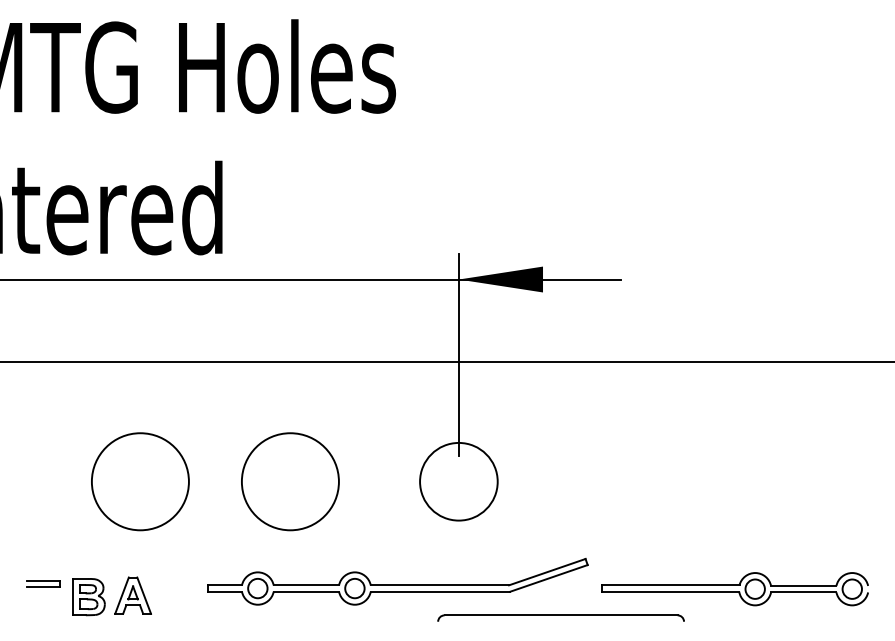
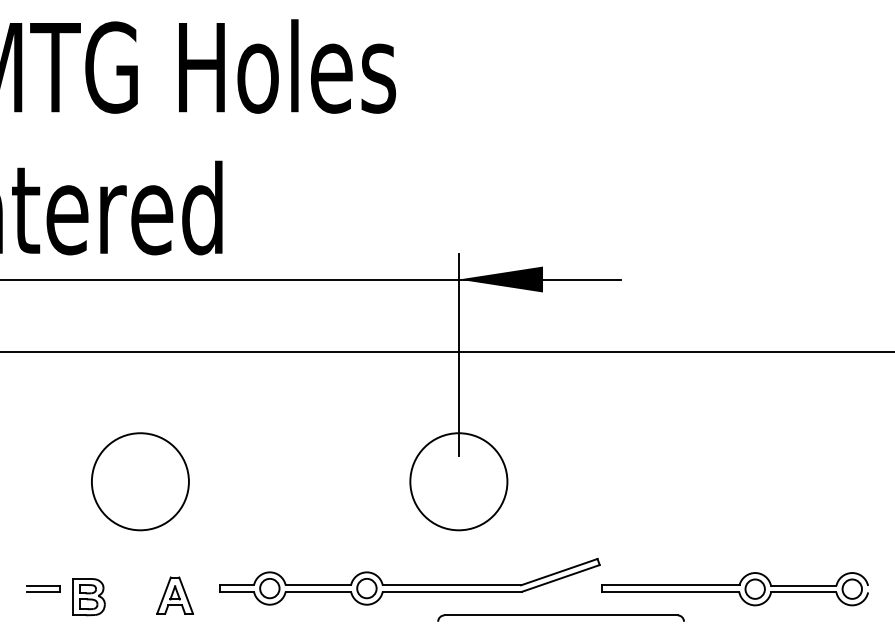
line at (446, 362) position: (446, 362) -> (446, 352)
circle at (290, 481): present -> none
circle at (458, 481) diameter: 78 px -> 97 px
part at (397, 581) position: (397, 581) -> (409, 581)
part at (43, 583) position: (43, 583) -> (43, 588)
part at (132, 595) position: (132, 595) -> (174, 595)
